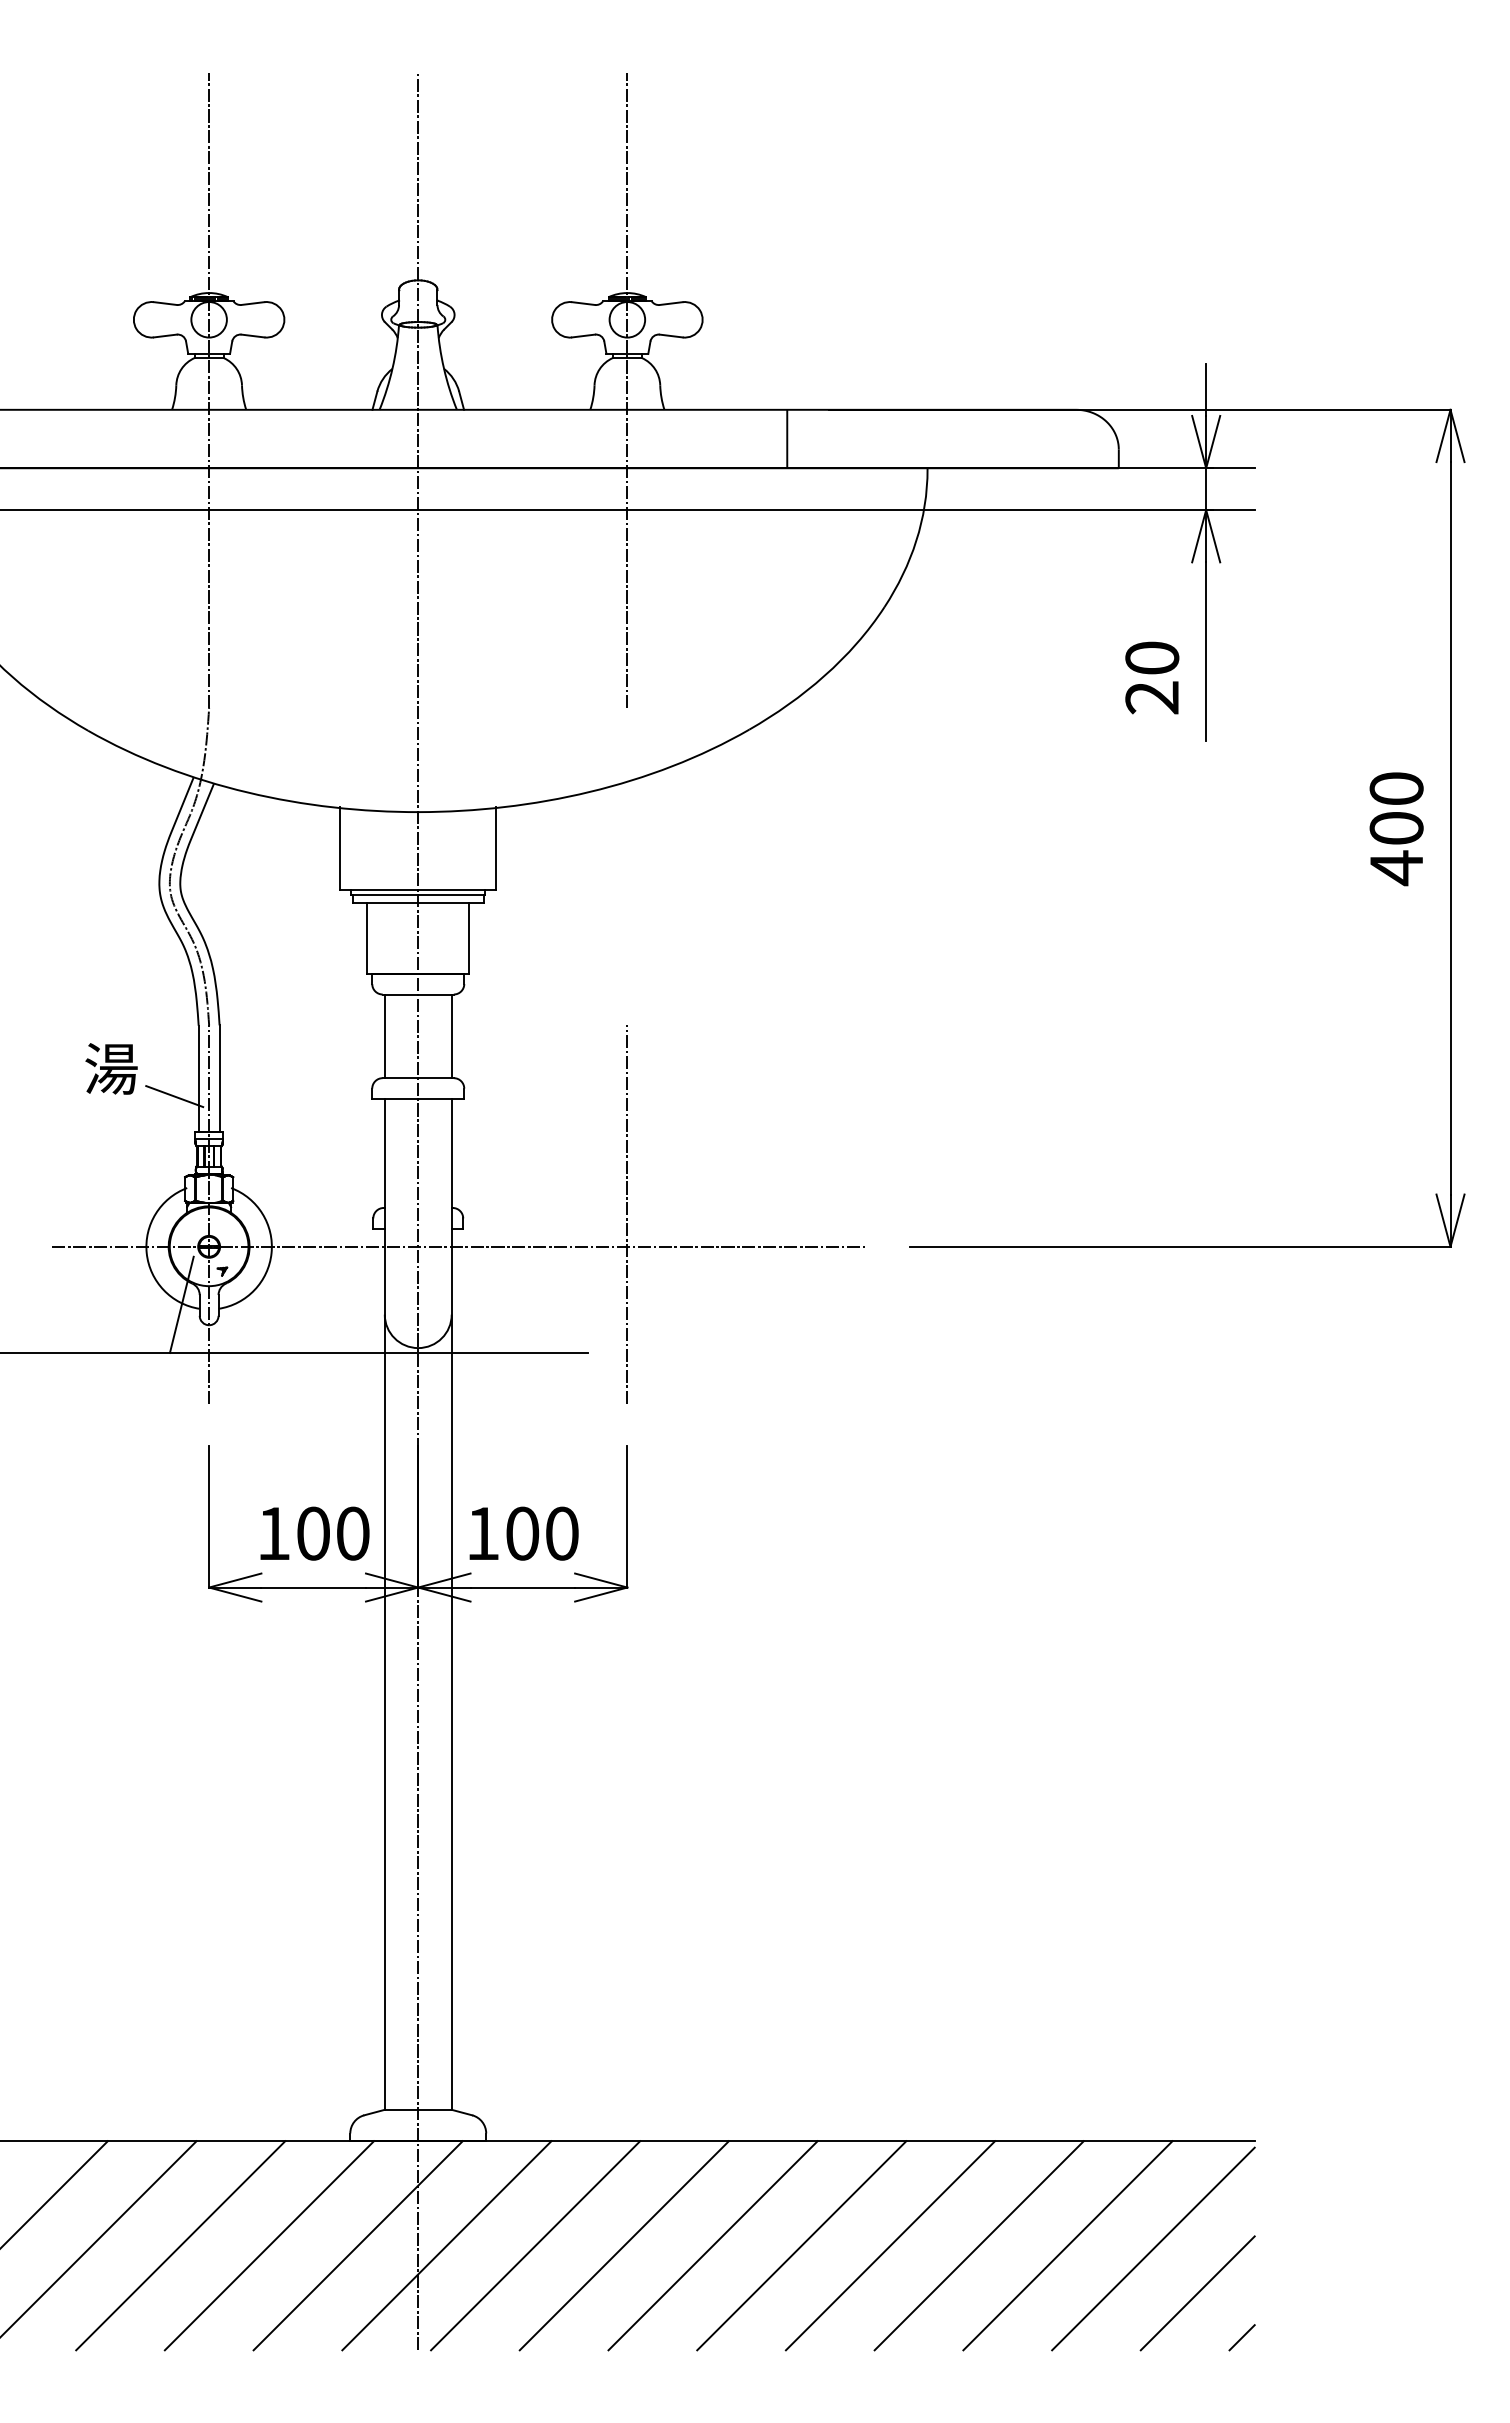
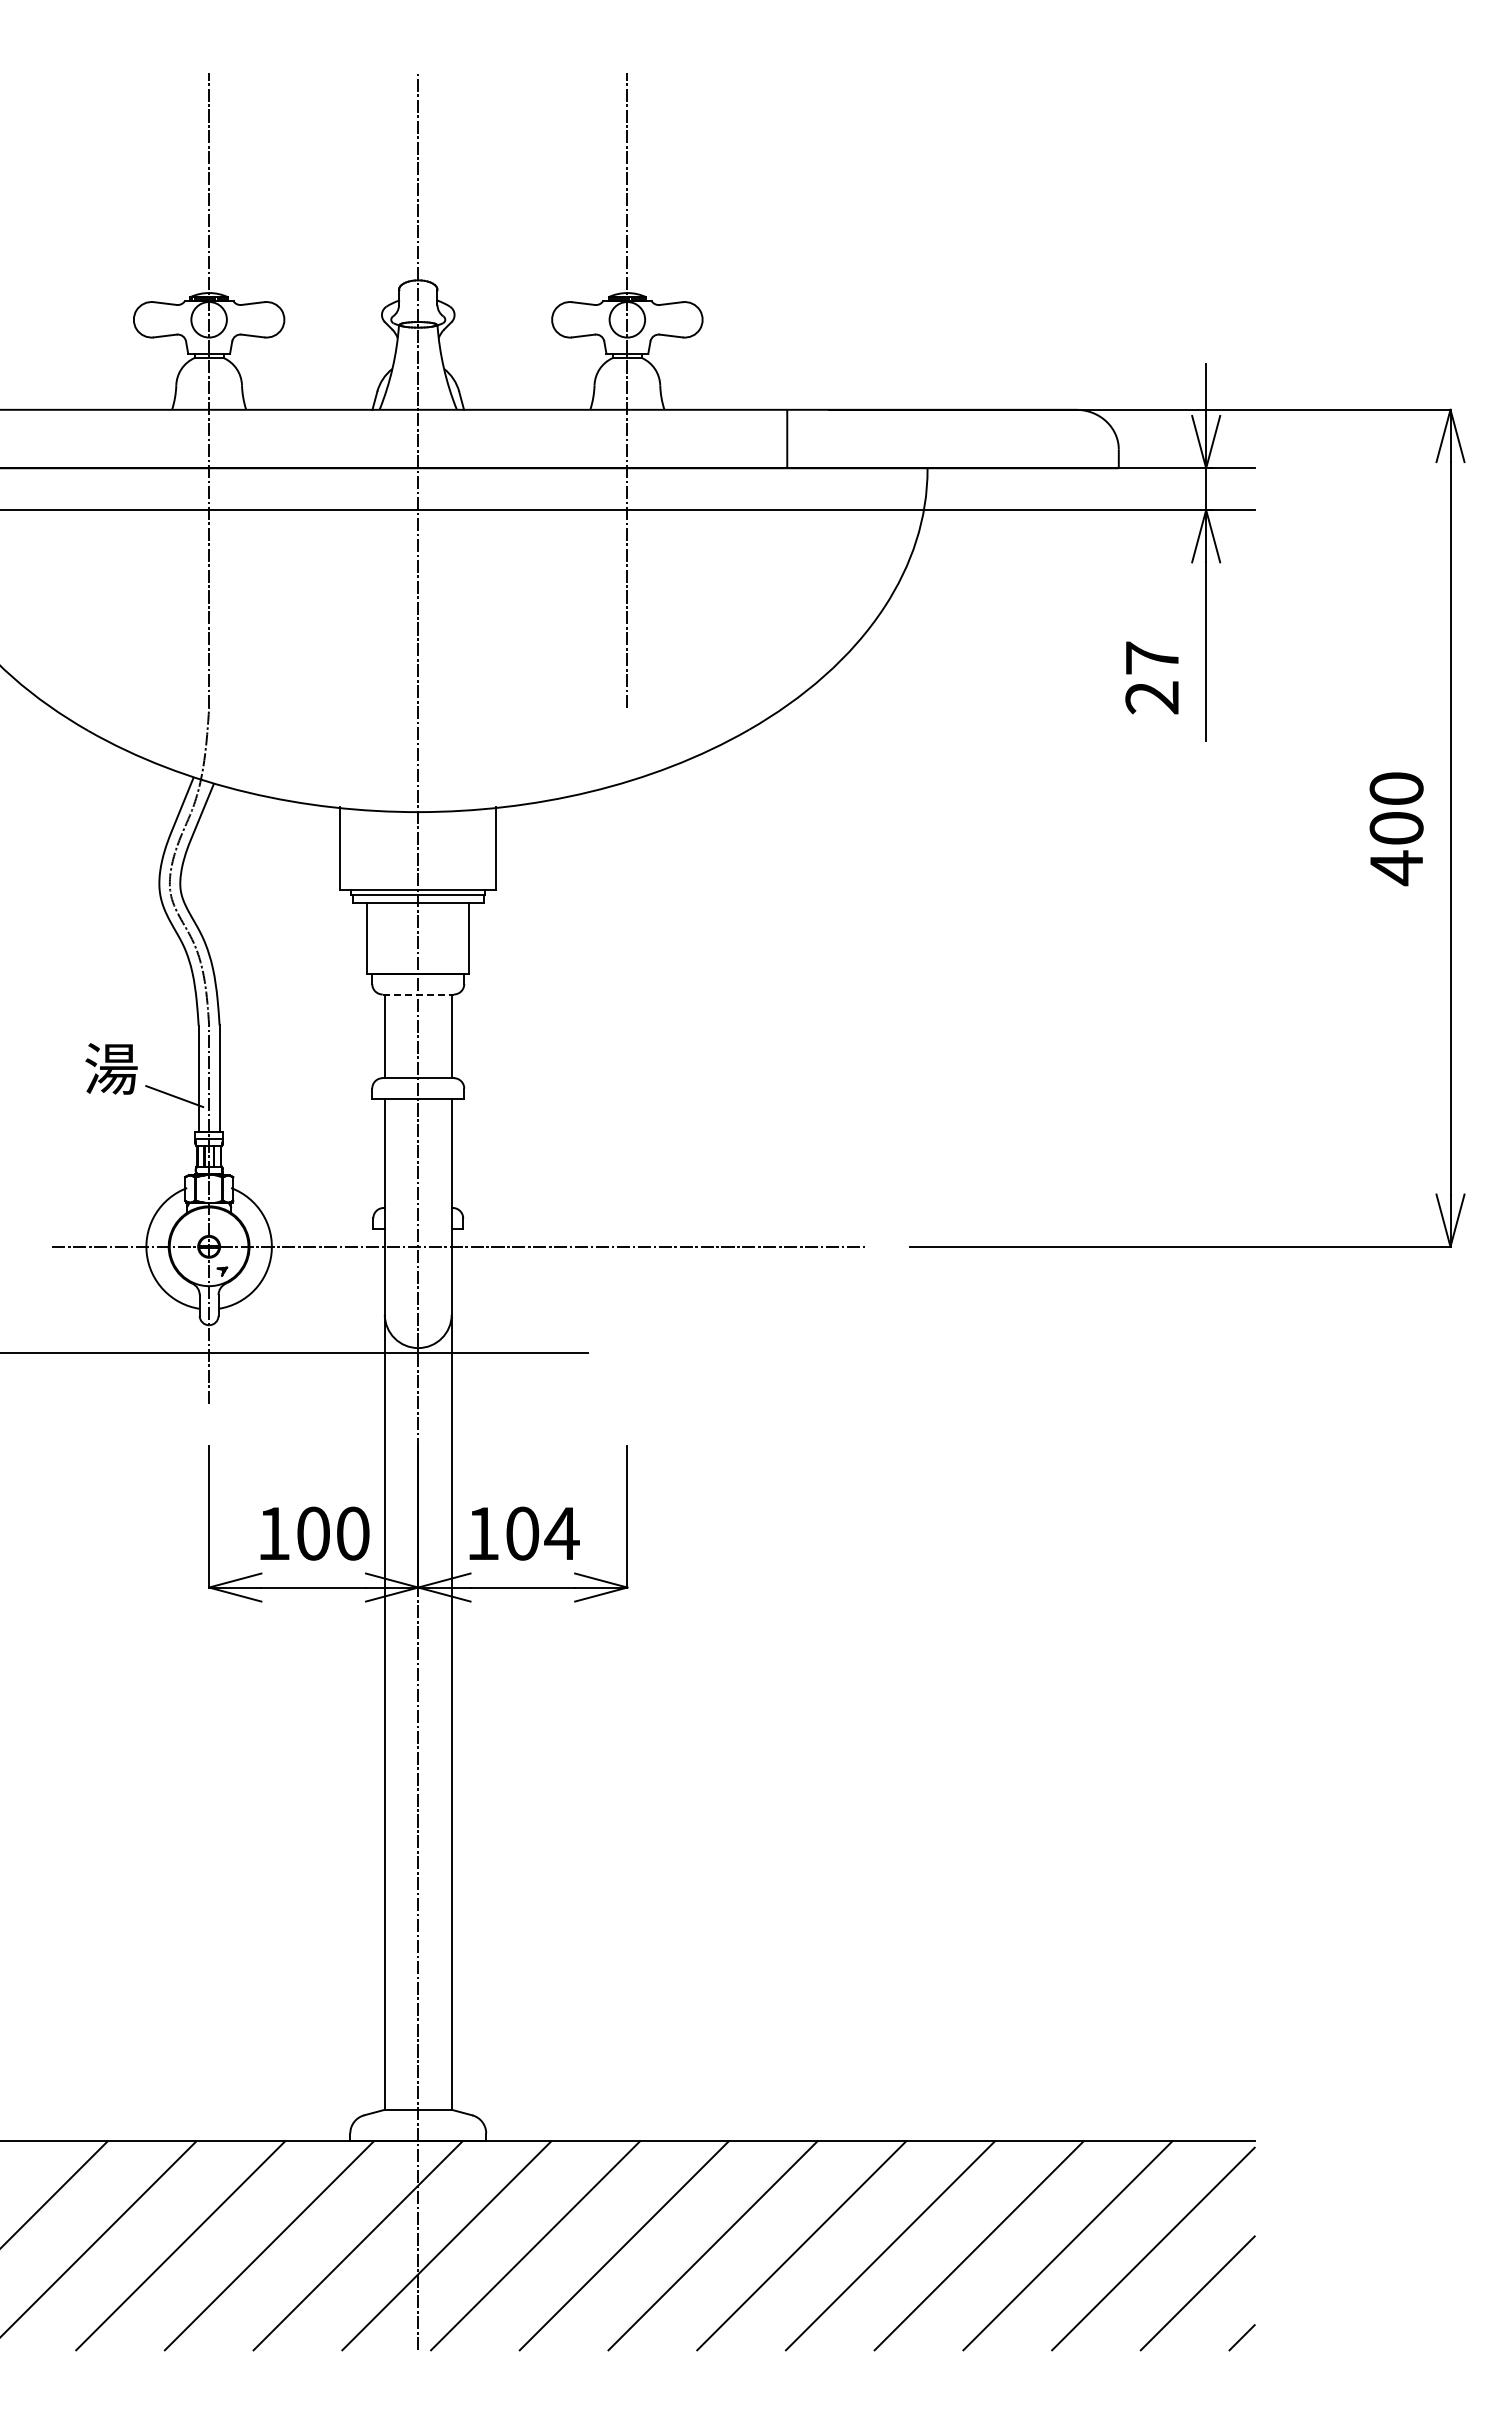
text at (1152, 657): 20 -> 27
line at (418, 994): solid -> dashed
line at (627, 1214): present -> none
line at (181, 1304): present -> none
text at (561, 1533): 100 -> 104
